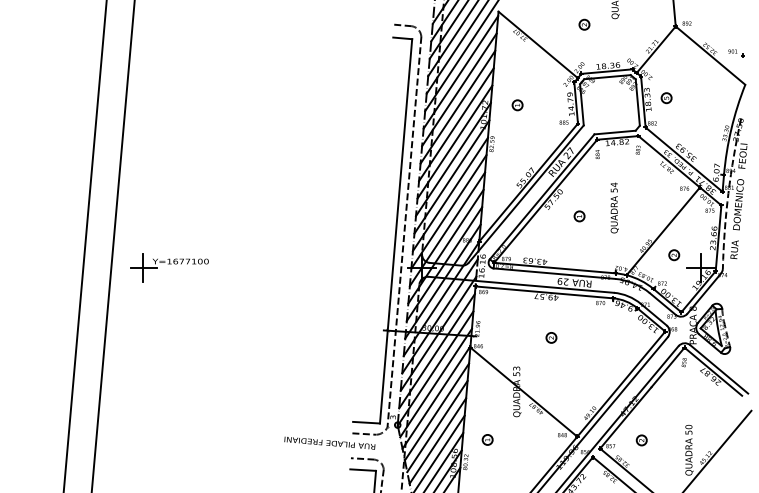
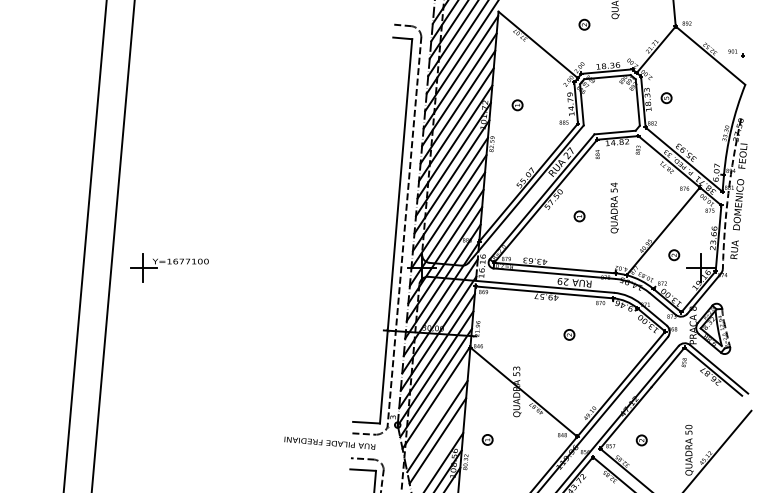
part at (551, 337) position: (551, 337) -> (569, 334)
line at (436, 411): present -> none
line at (439, 452): present -> none
